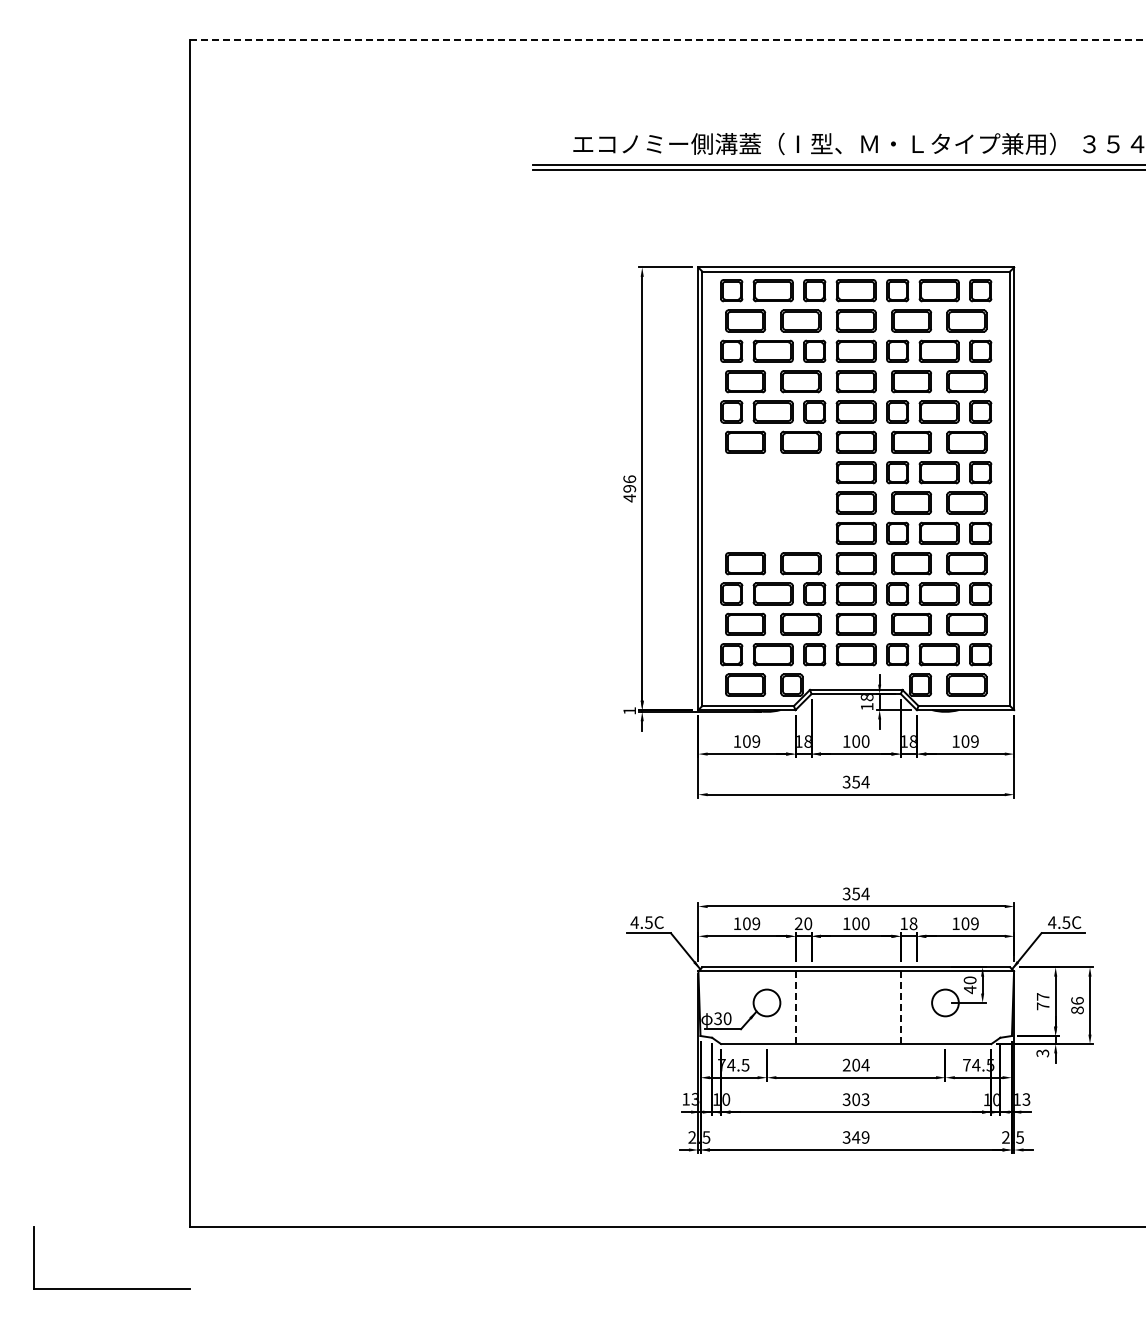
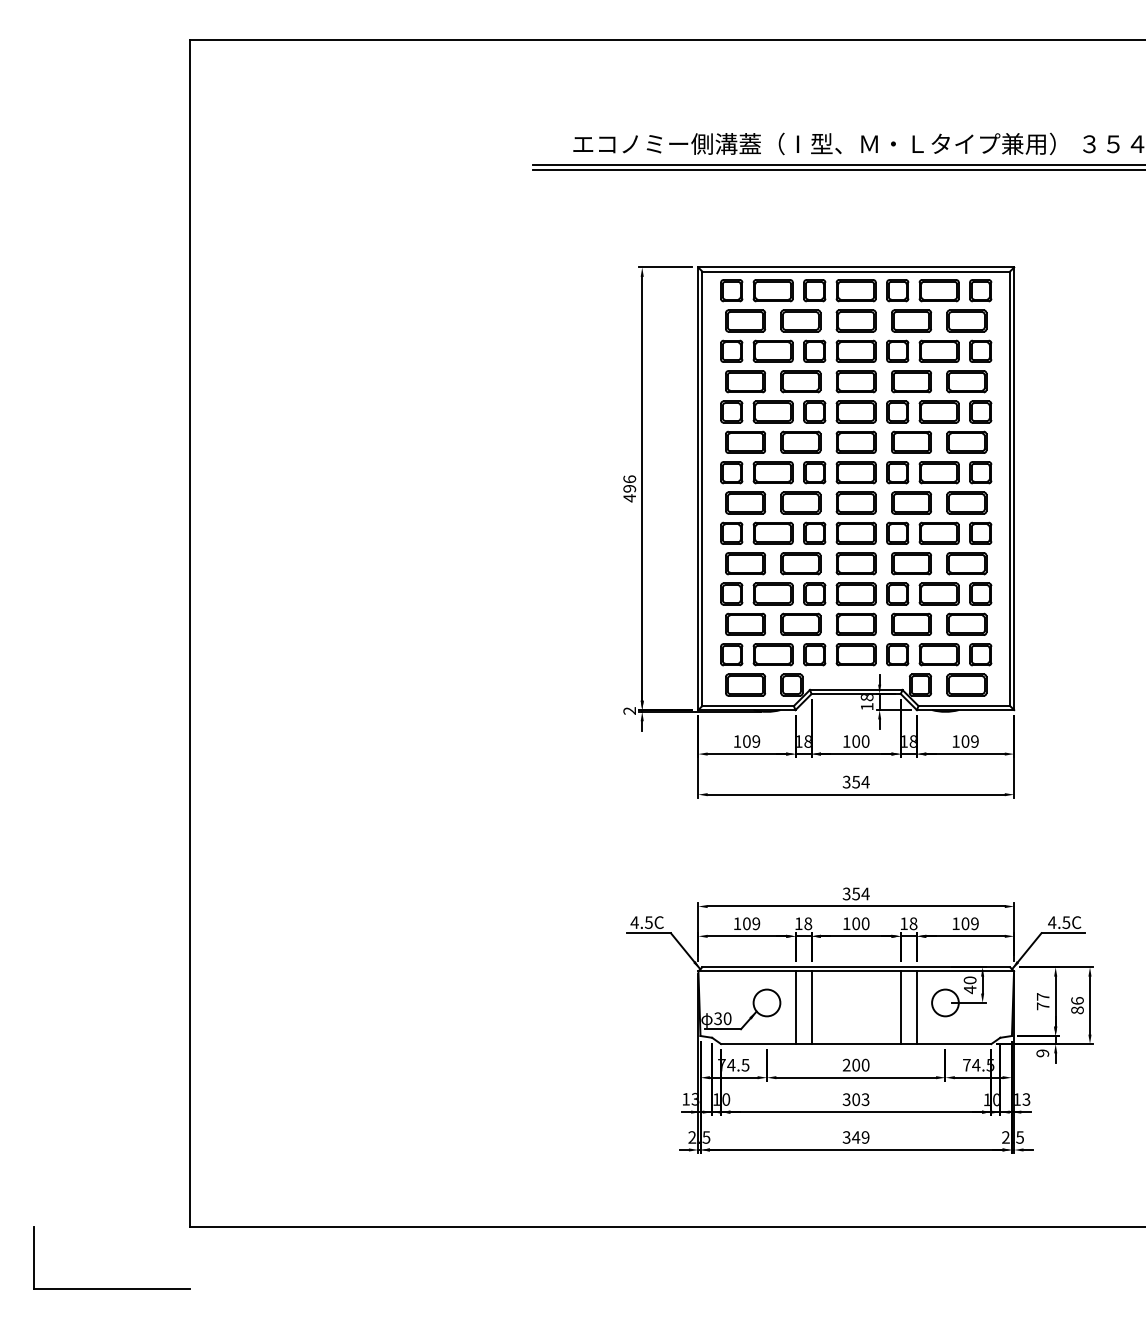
line at (668, 39): dashed -> solid
part at (780, 502): none -> present
text at (629, 710): 1 -> 2
text at (803, 923): 20 -> 18
line at (811, 1007): none -> present
line at (916, 1007): none -> present
line at (795, 1008): dashed -> solid
line at (900, 1008): dashed -> solid
text at (1042, 1053): 3 -> 9
text at (865, 1064): 204 -> 200
